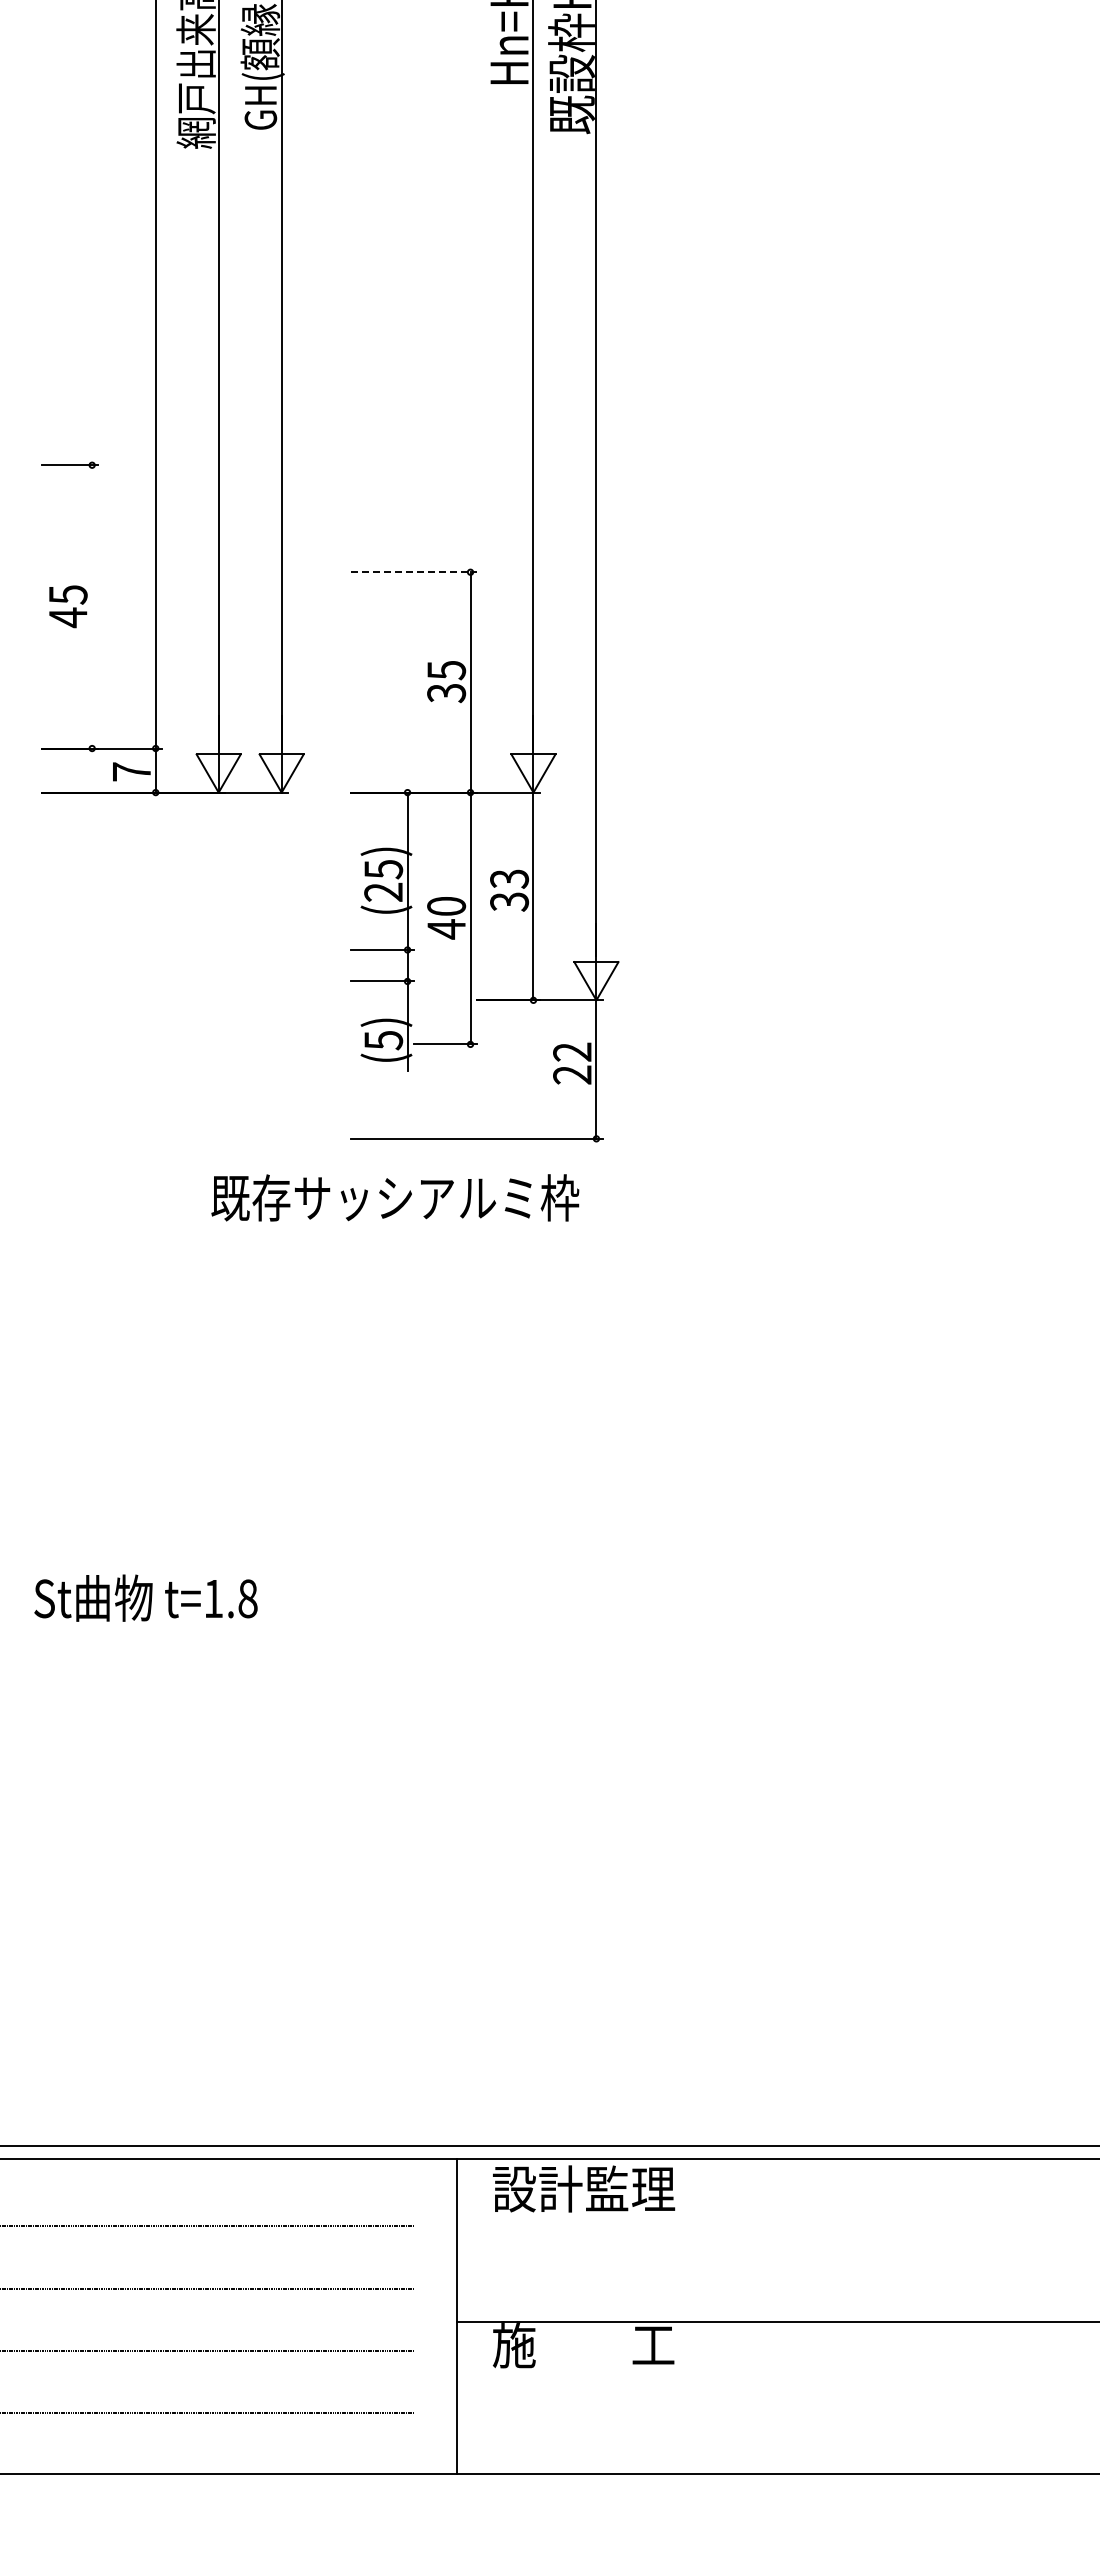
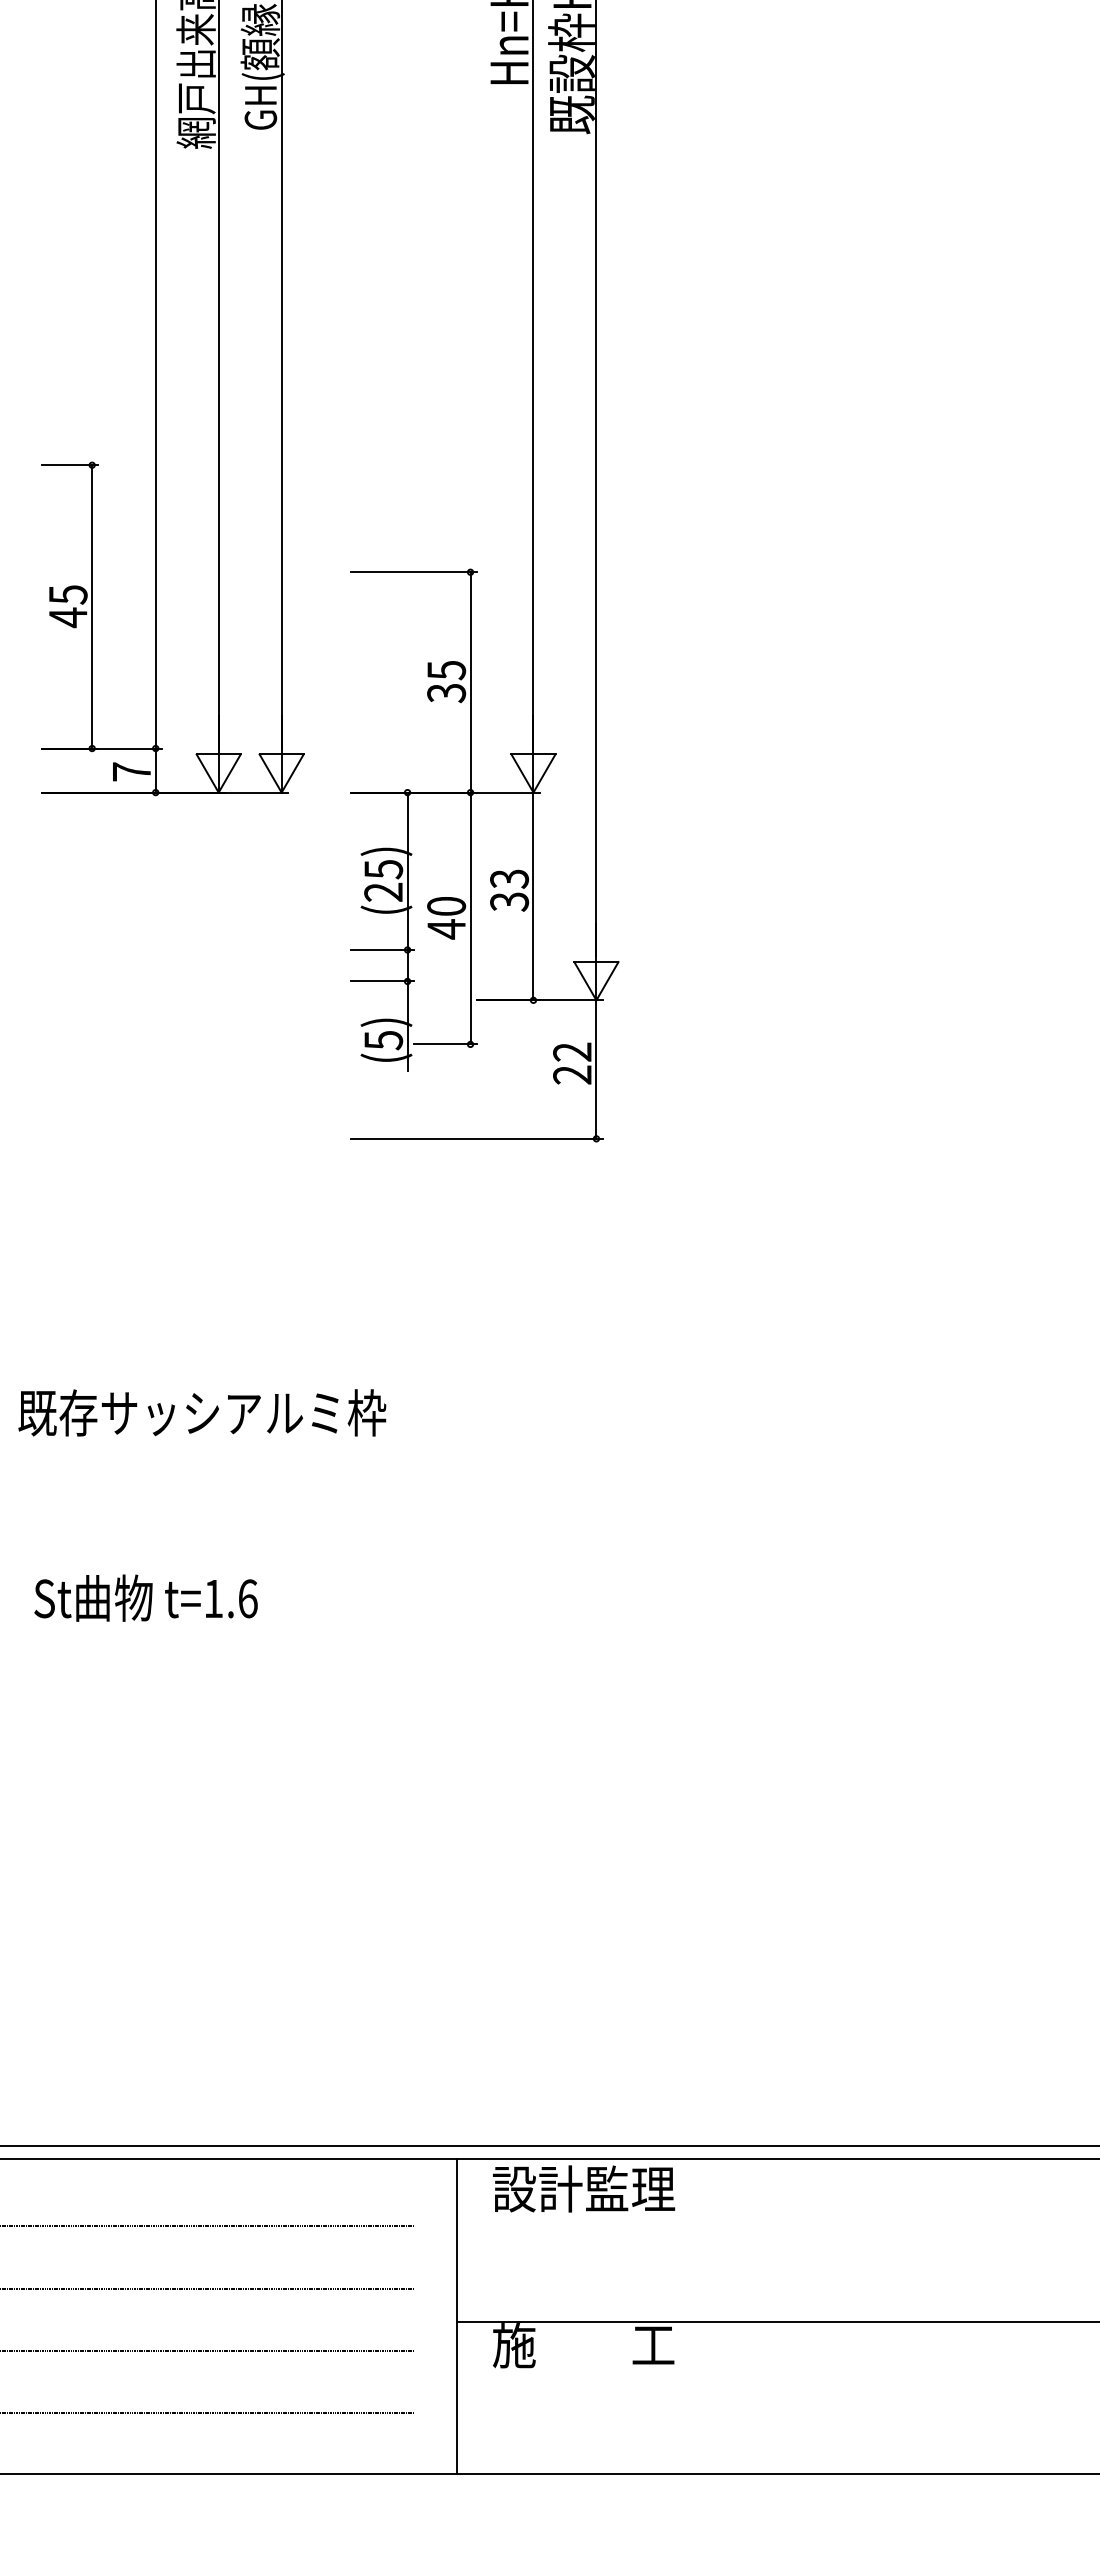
line at (413, 572): dashed -> solid
line at (92, 606): none -> present
text at (395, 1197) position: (395, 1197) -> (202, 1412)
text at (247, 1598): t=1.8 -> t=1.6
